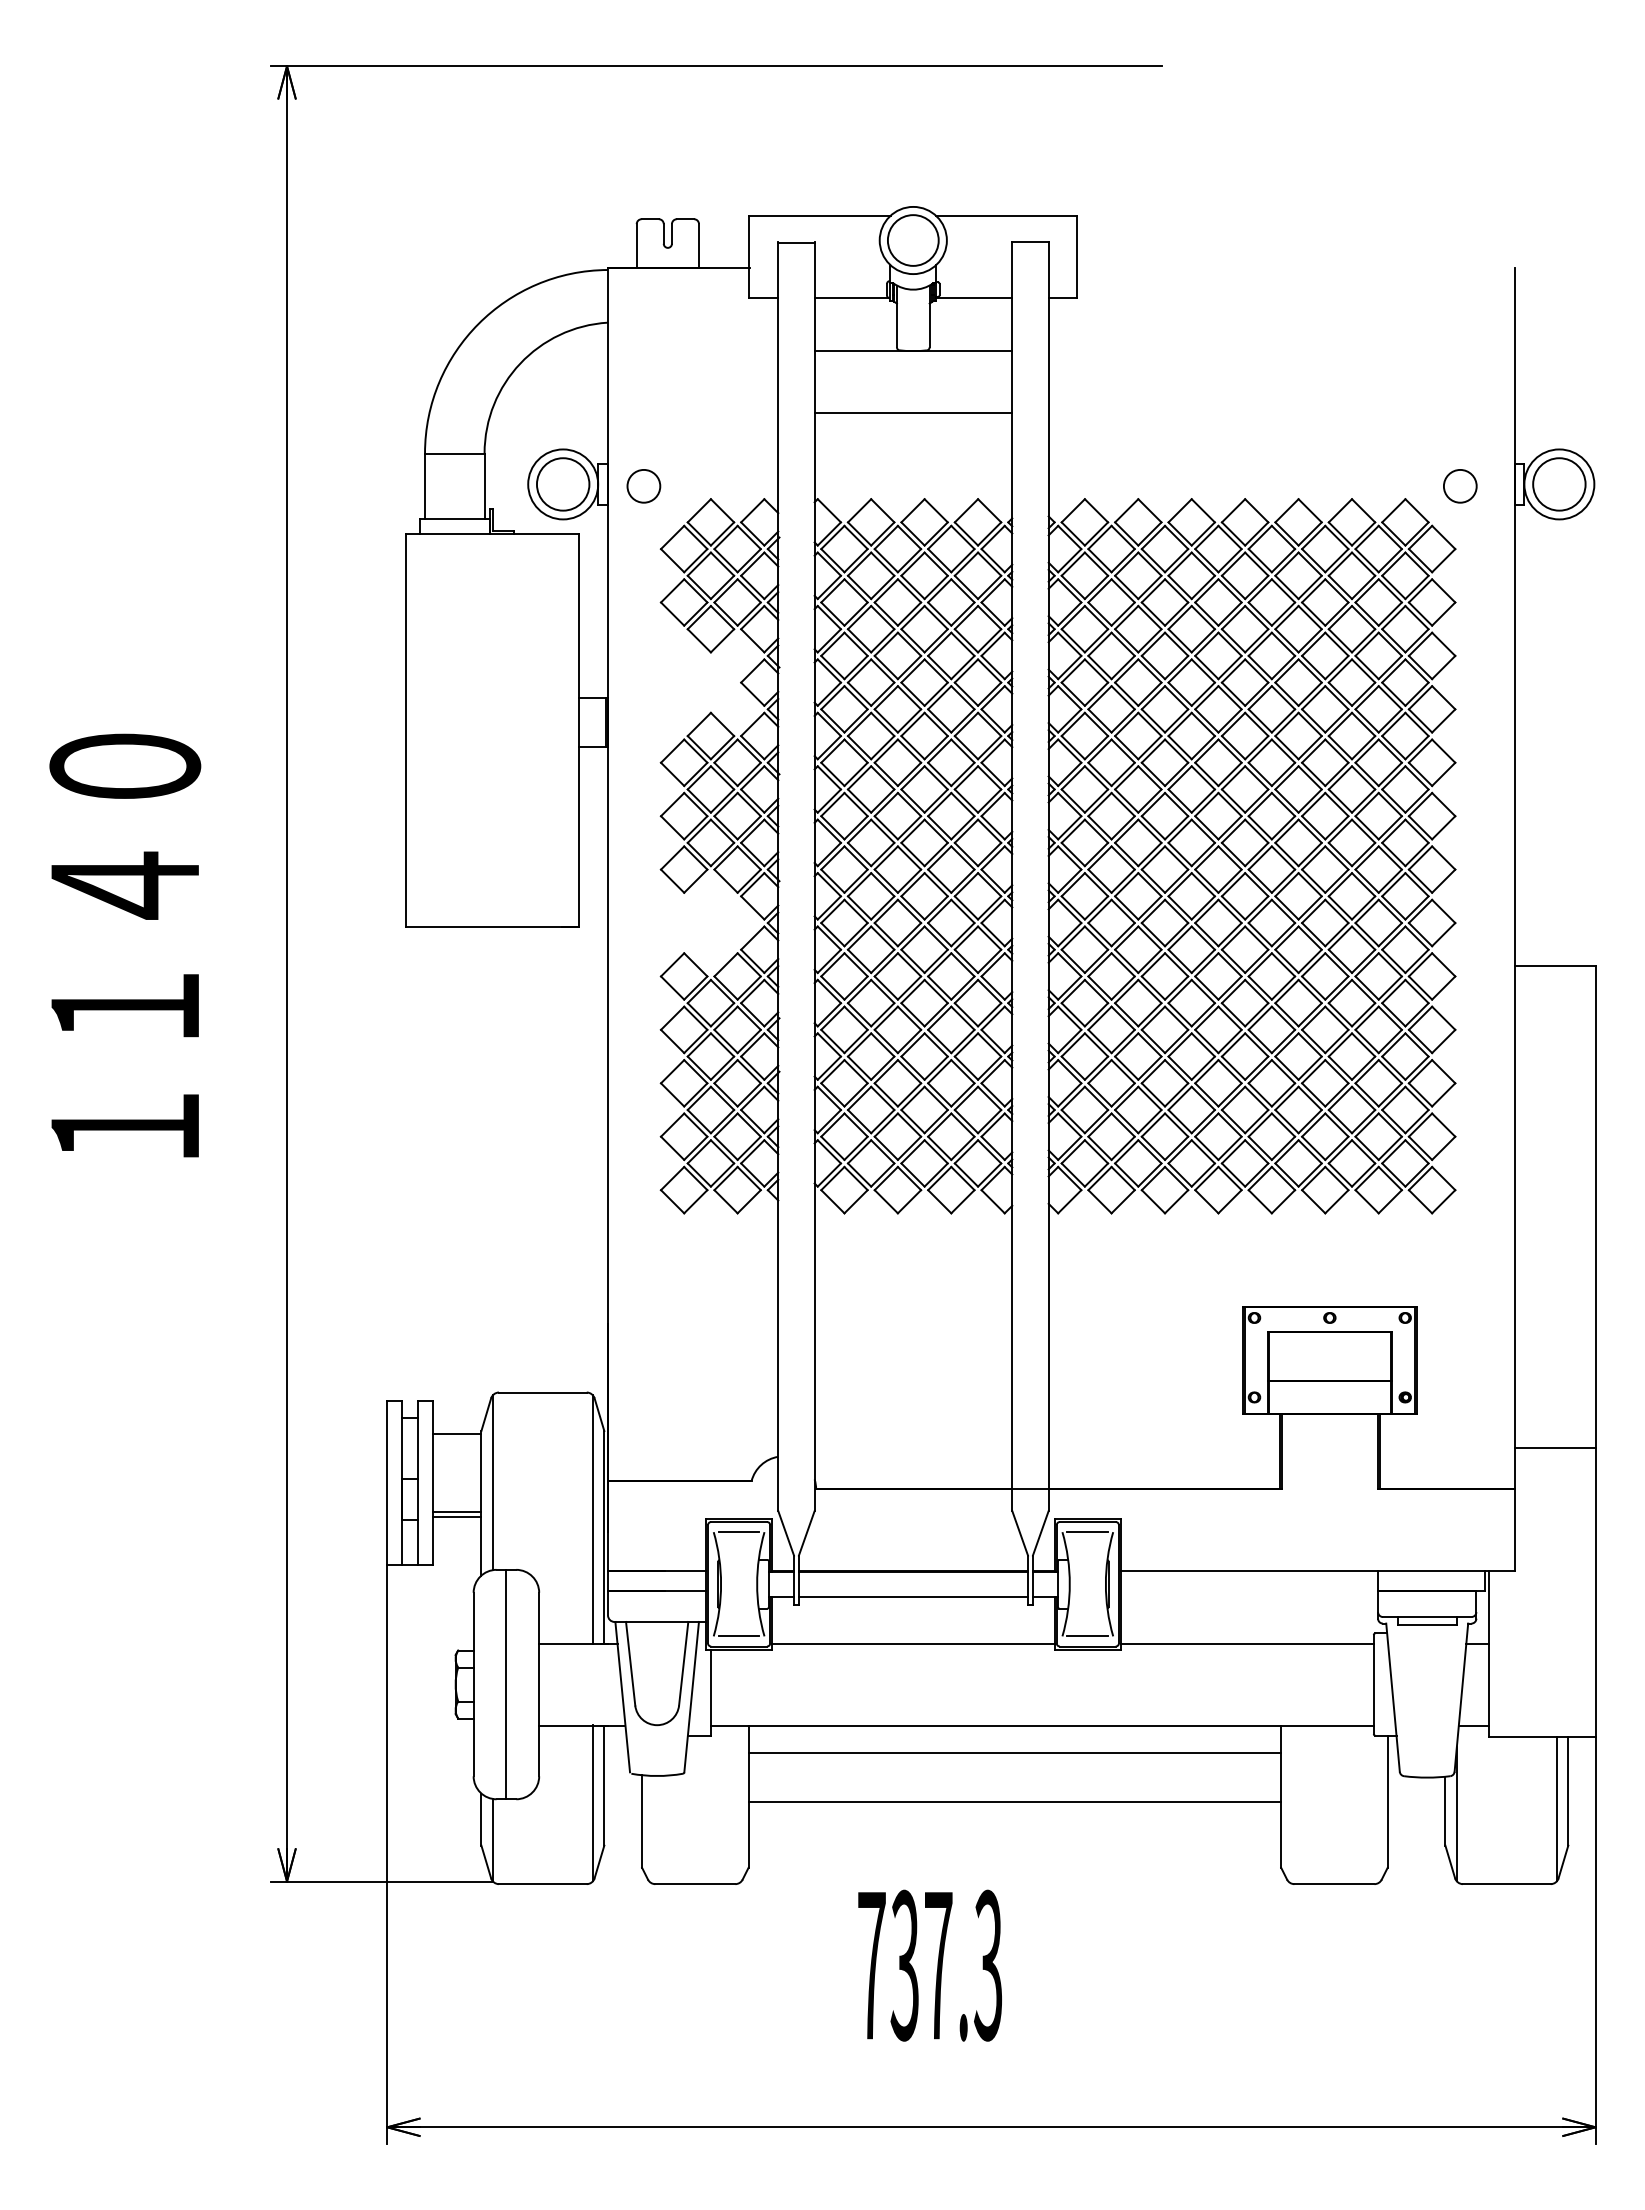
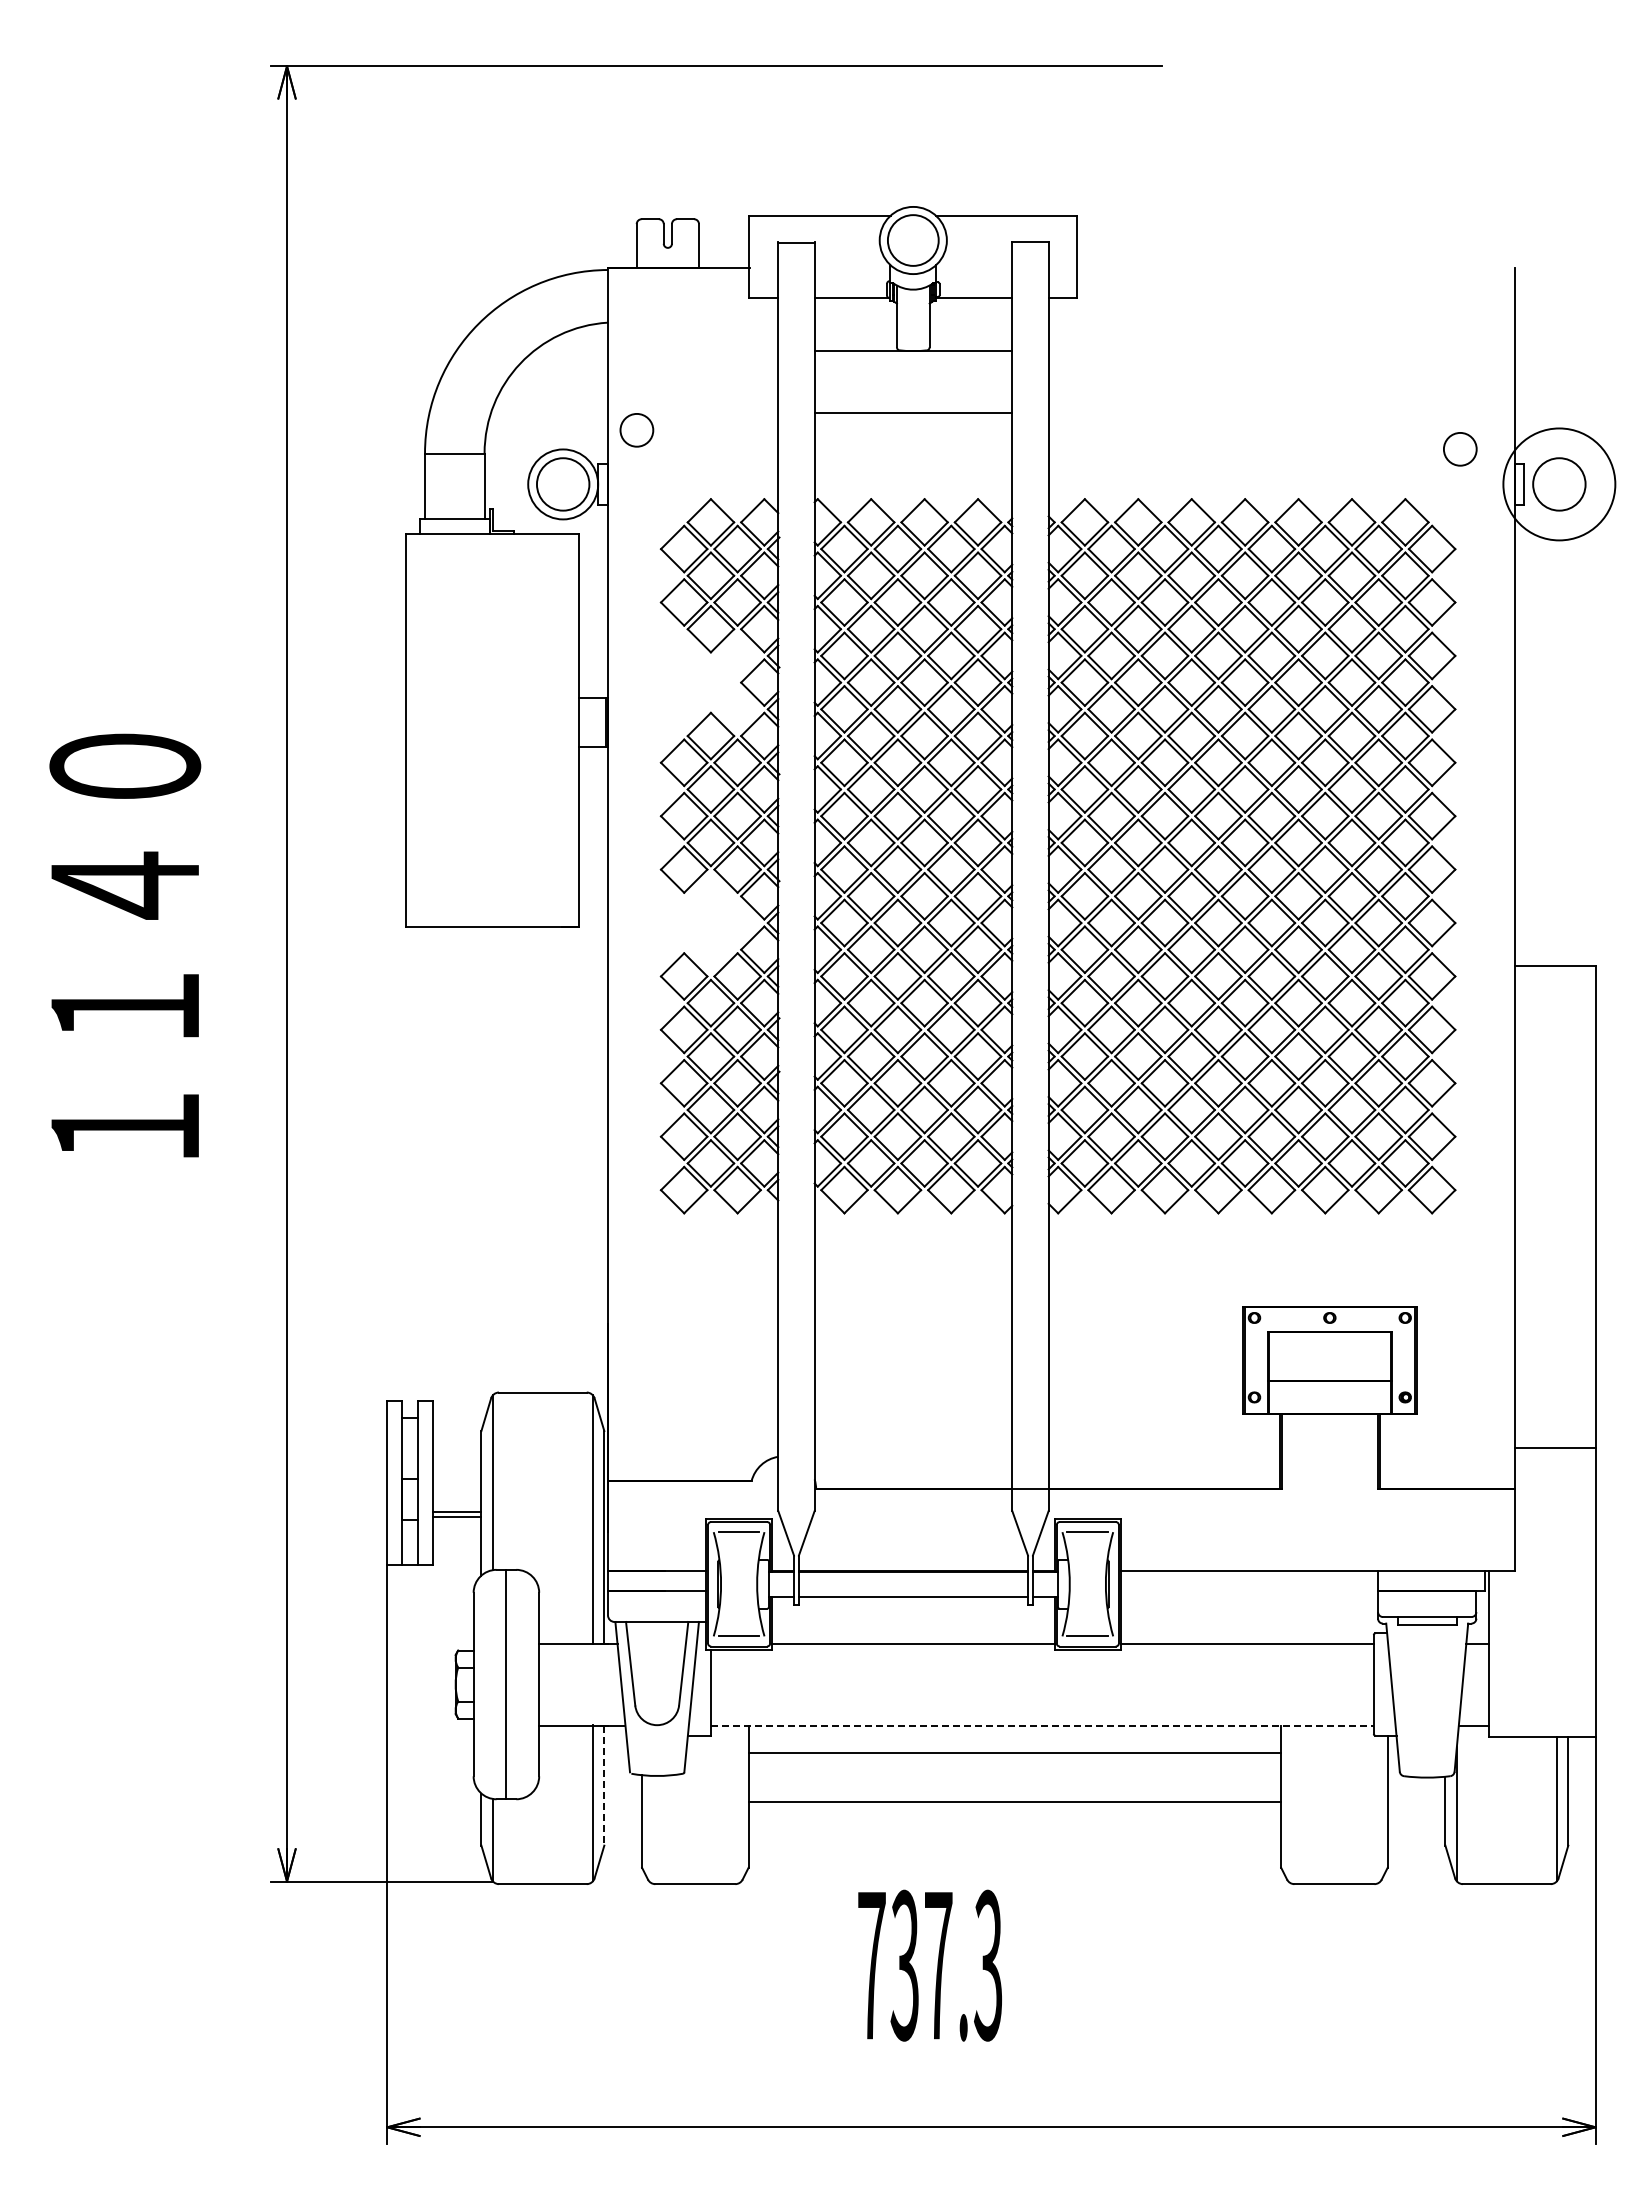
circle at (1559, 484) diameter: 70 px -> 112 px
circle at (643, 486) position: (643, 486) -> (636, 430)
circle at (1460, 486) position: (1460, 486) -> (1460, 449)
line at (457, 1434): present -> none
line at (1042, 1725): solid -> dashed
line at (604, 1786): solid -> dashed
